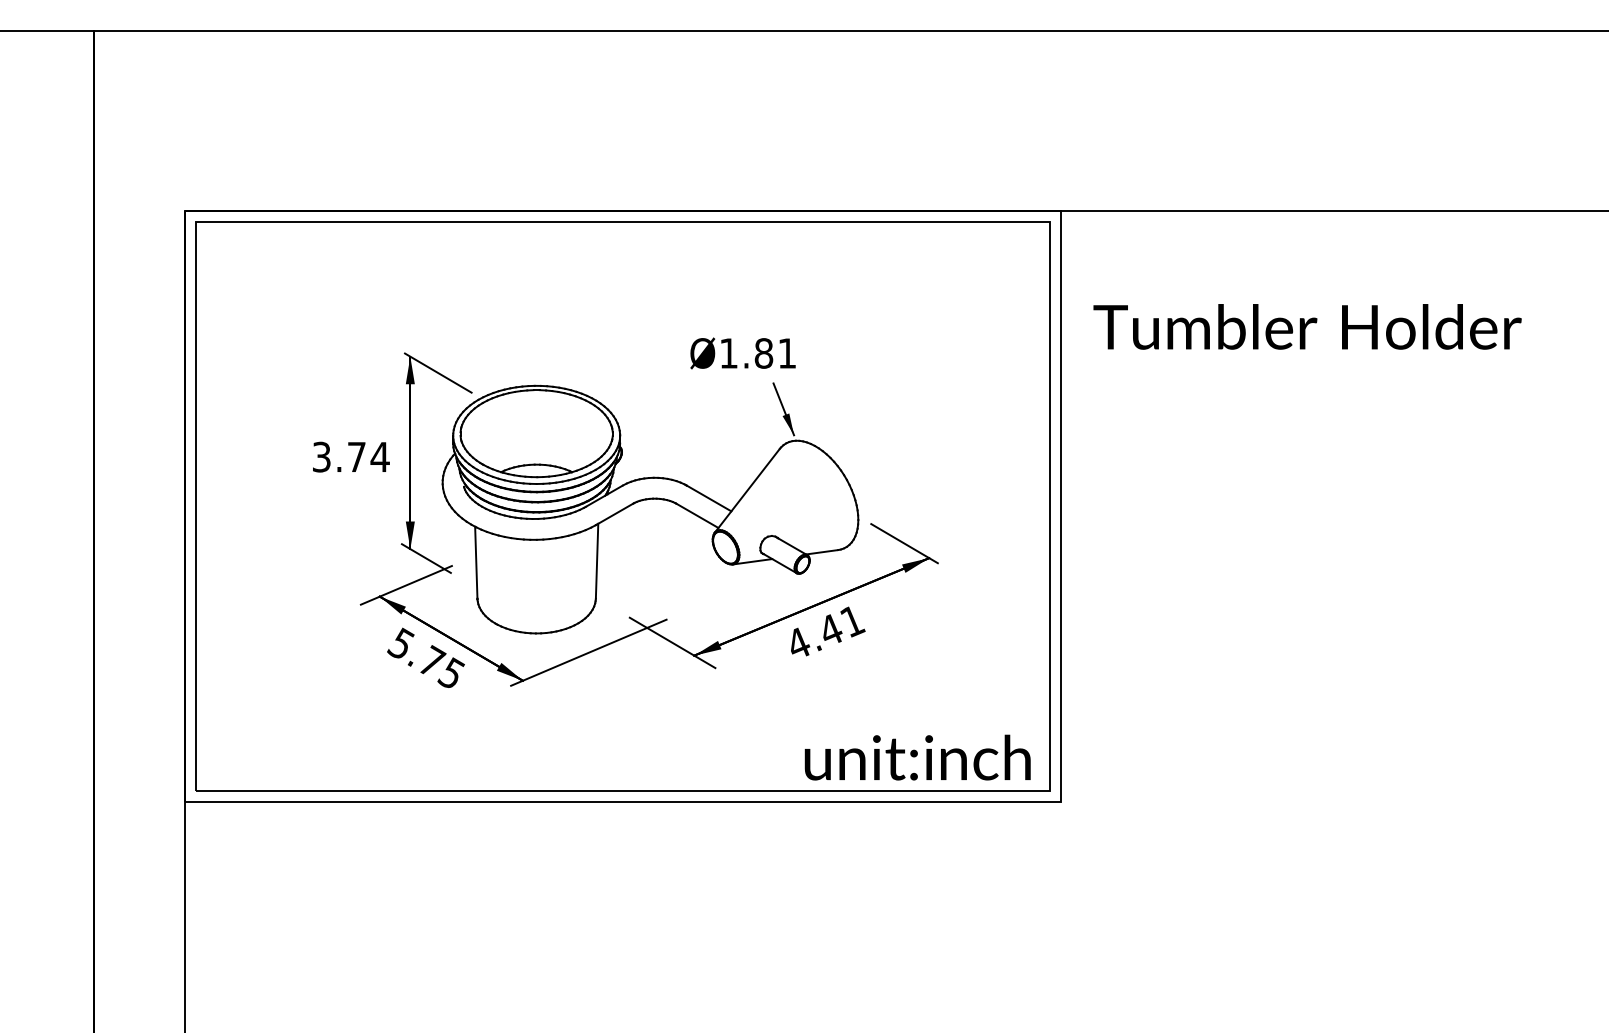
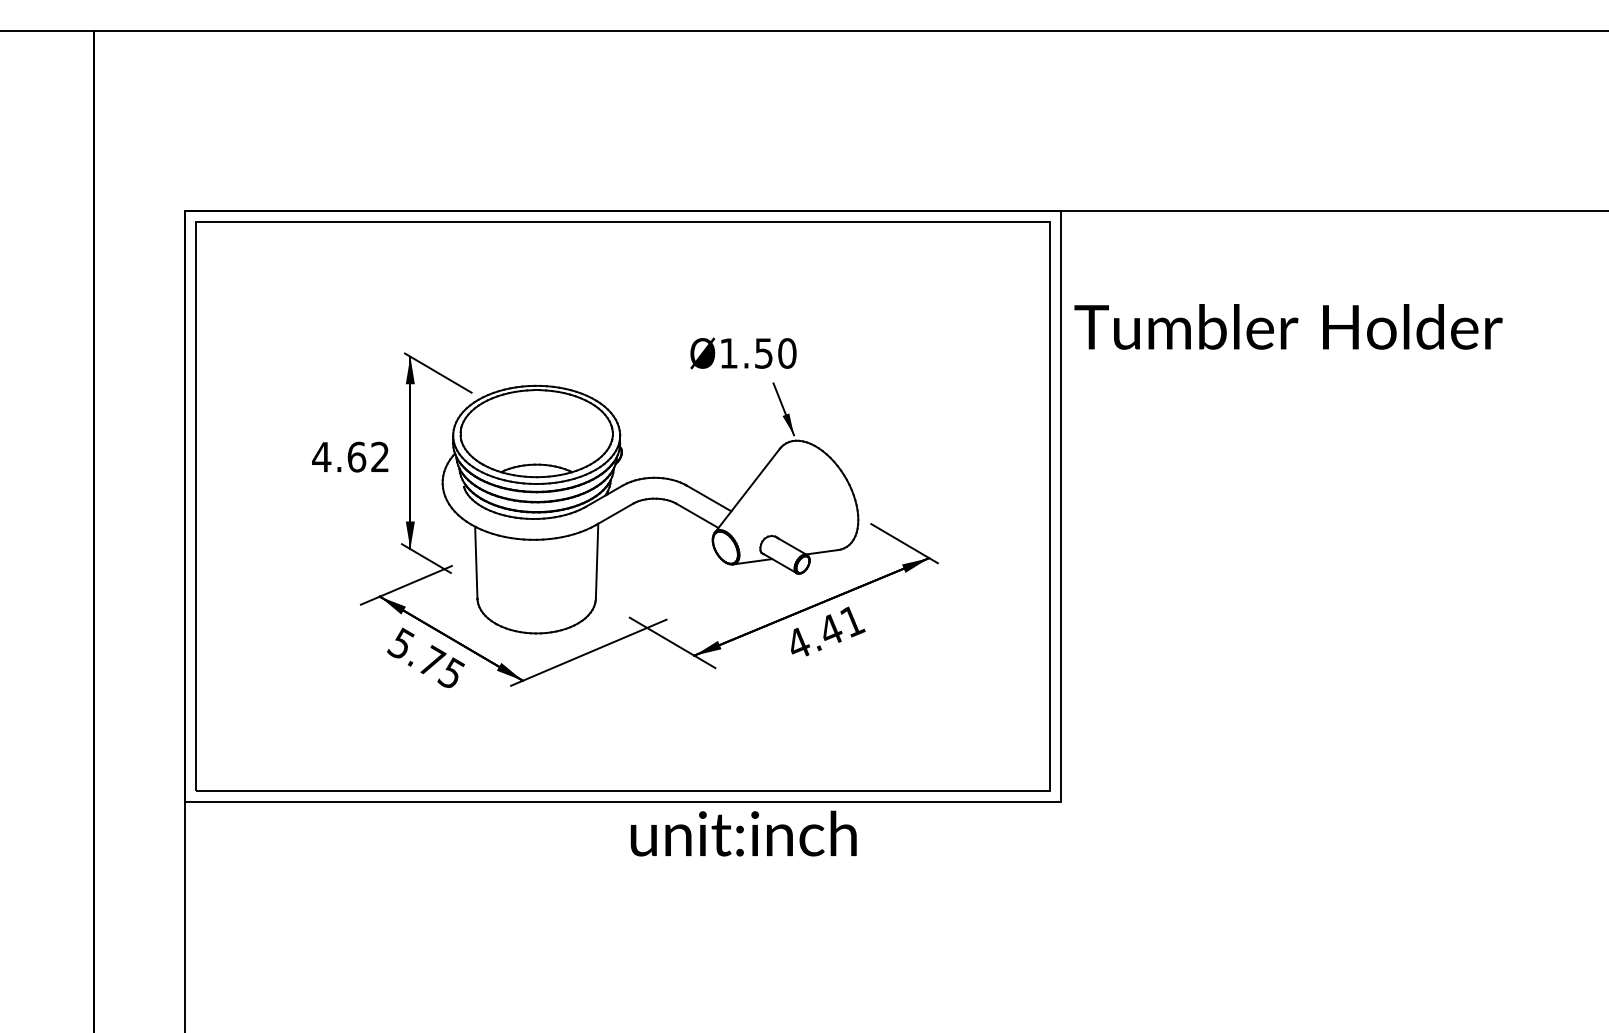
text at (1307, 326) position: (1307, 326) -> (1288, 326)
text at (775, 353): Ø1.81 -> Ø1.50
text at (350, 456): 3.74 -> 4.62
text at (917, 757) position: (917, 757) -> (743, 833)
